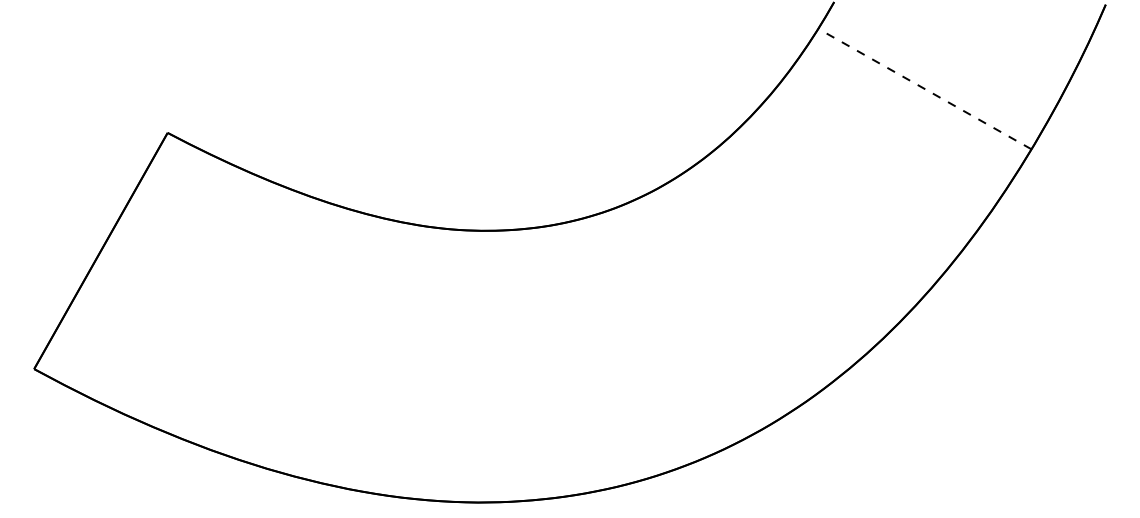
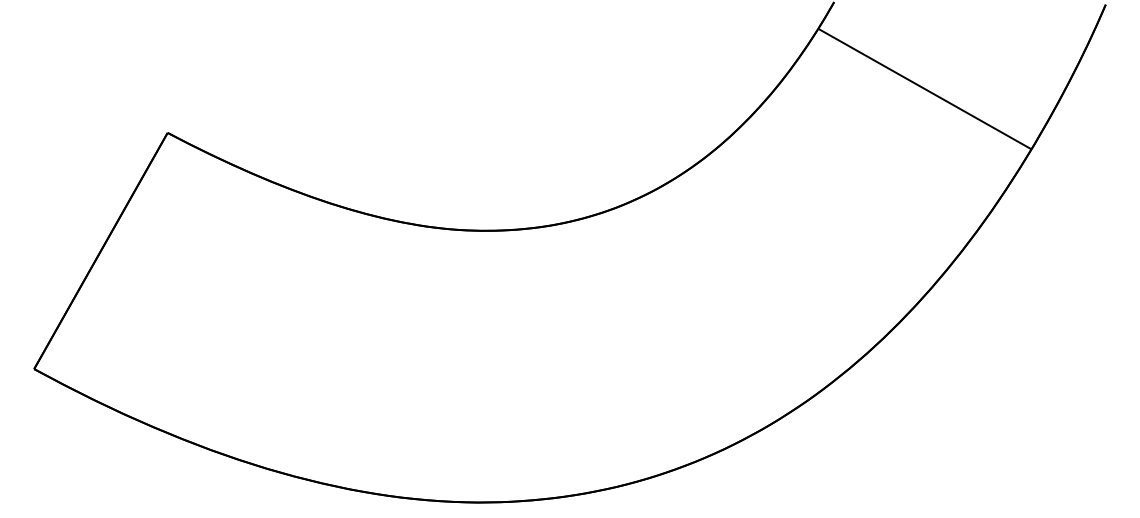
line at (924, 88): dashed -> solid
